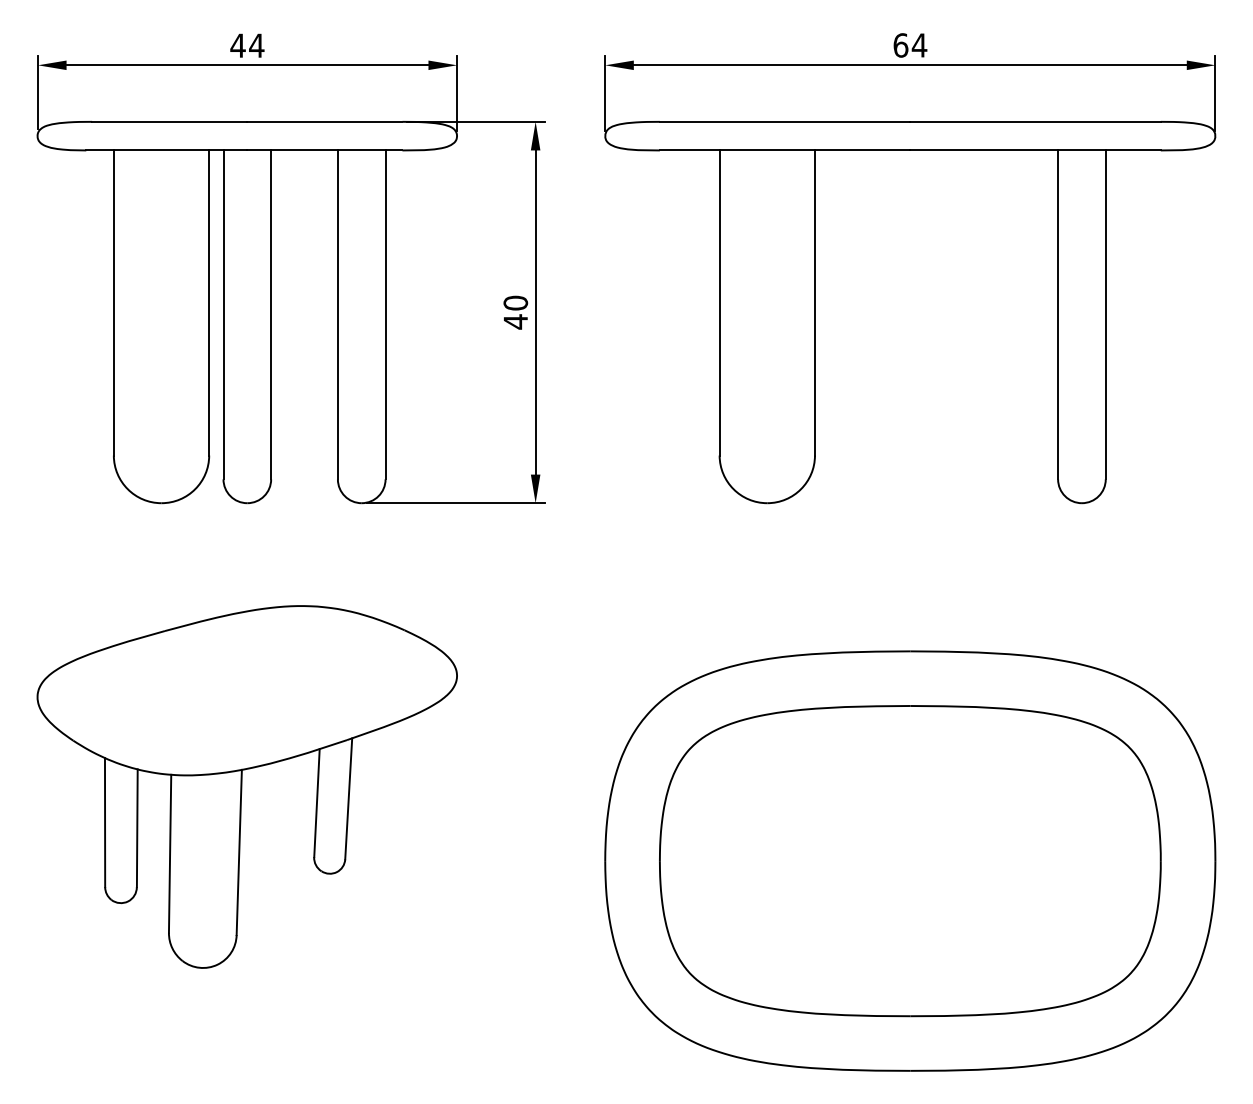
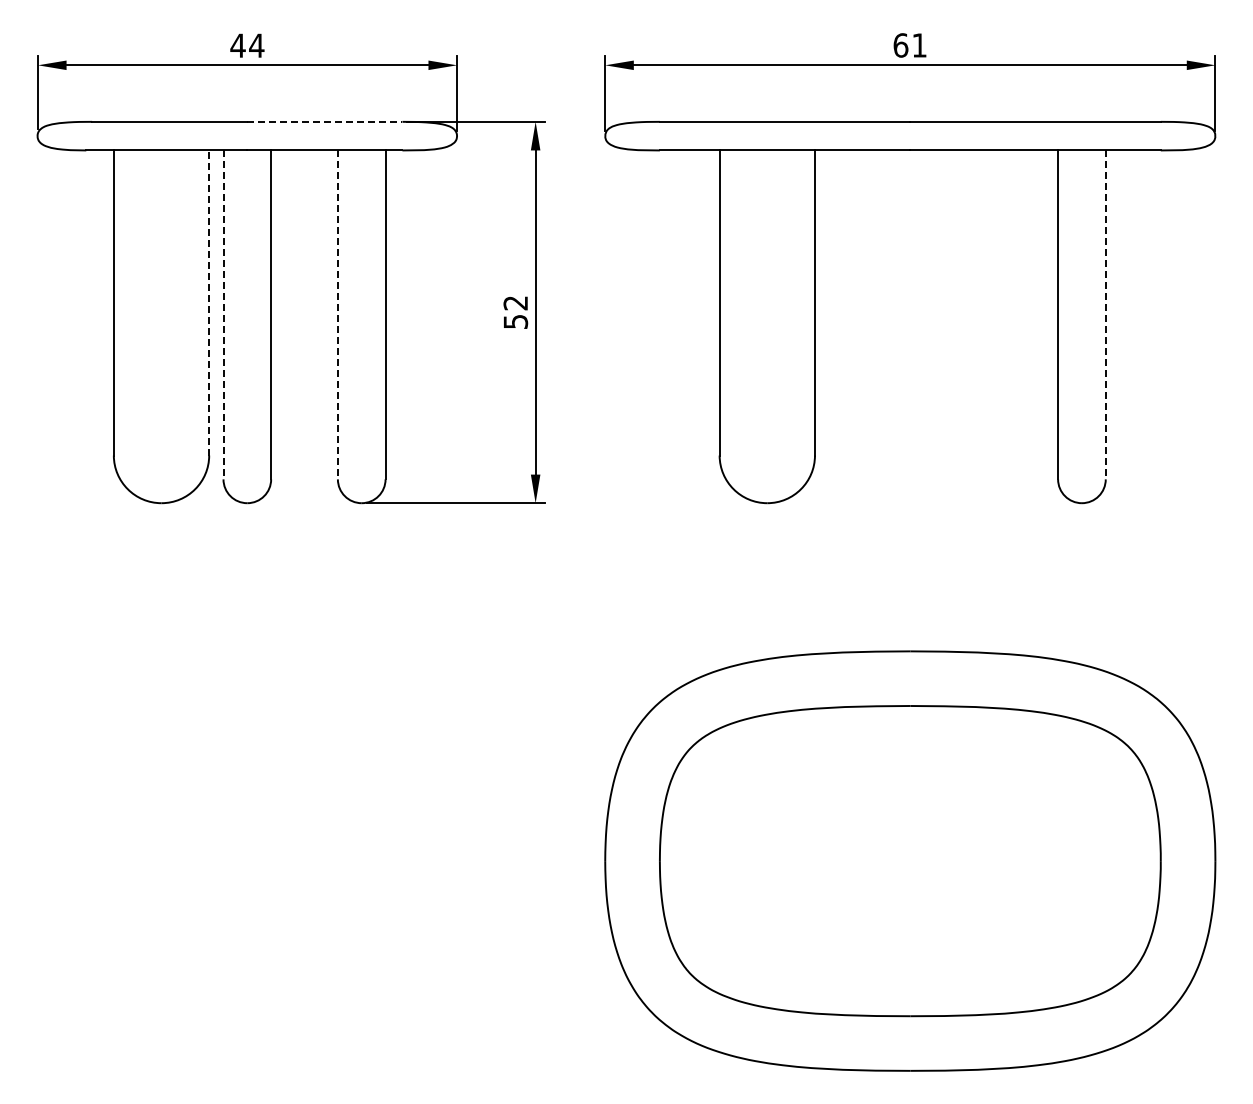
text at (919, 45): 64 -> 61
line at (324, 121): solid -> dashed
line at (209, 302): solid -> dashed
text at (515, 312): 40 -> 52
line at (223, 315): solid -> dashed
line at (337, 315): solid -> dashed
line at (1105, 315): solid -> dashed
part at (246, 786): present -> none
